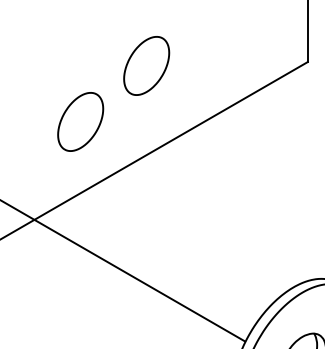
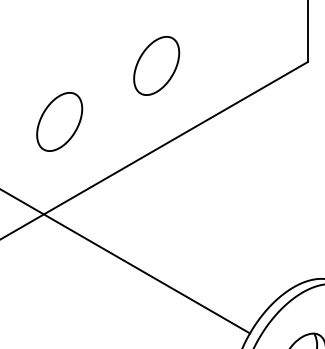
part at (146, 65) position: (146, 65) -> (156, 65)
part at (80, 121) position: (80, 121) -> (59, 121)
line at (123, 271) position: (123, 271) -> (125, 261)
